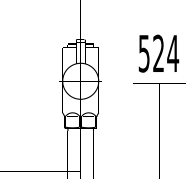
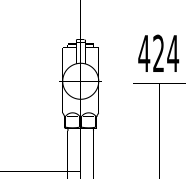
text at (144, 53): 524 -> 424
